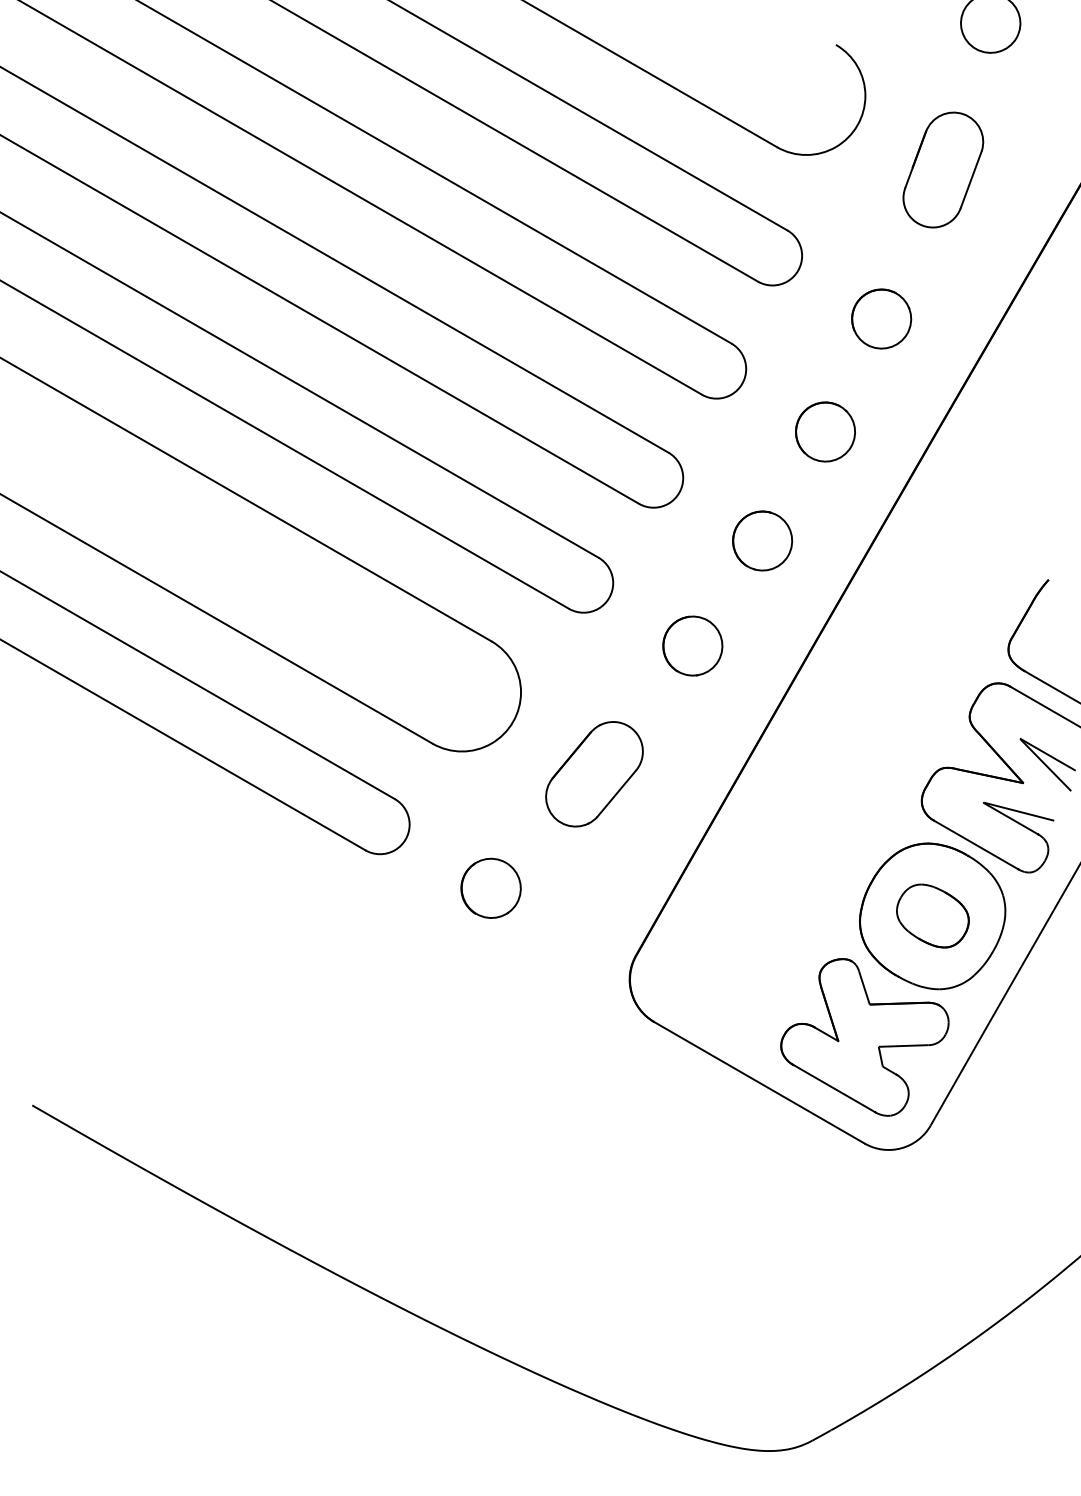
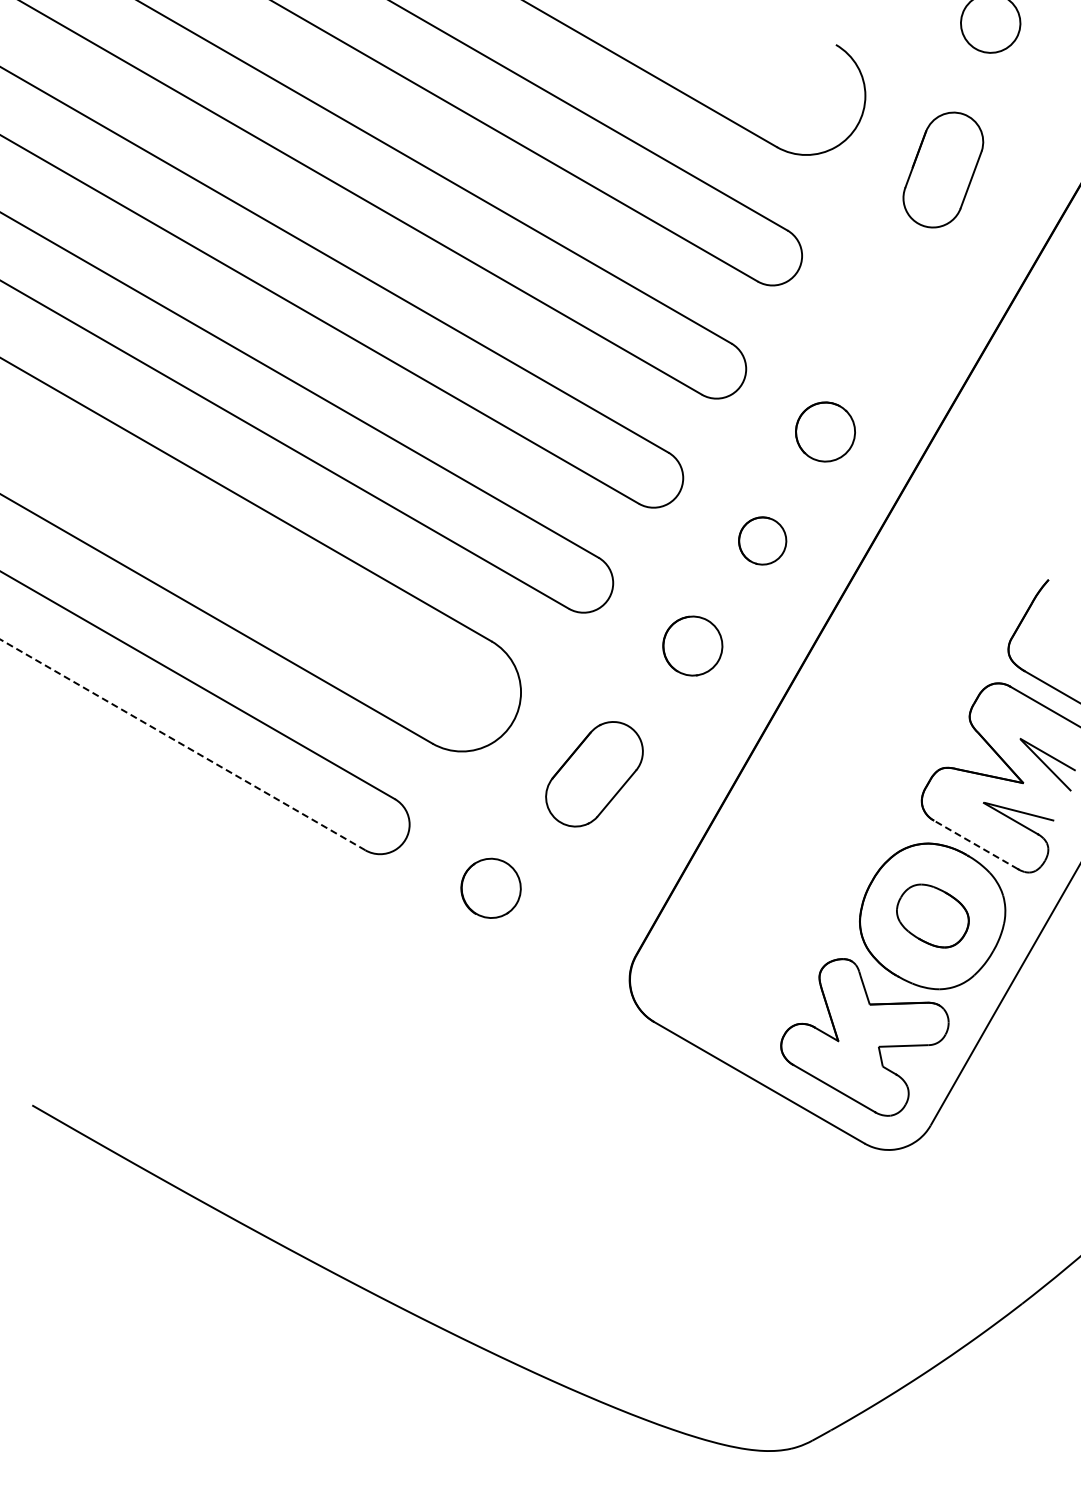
part at (881, 318): present -> none
part at (762, 540) size: 62x62 px -> 50x50 px
line at (182, 744): solid -> dashed
line at (975, 844): solid -> dashed
